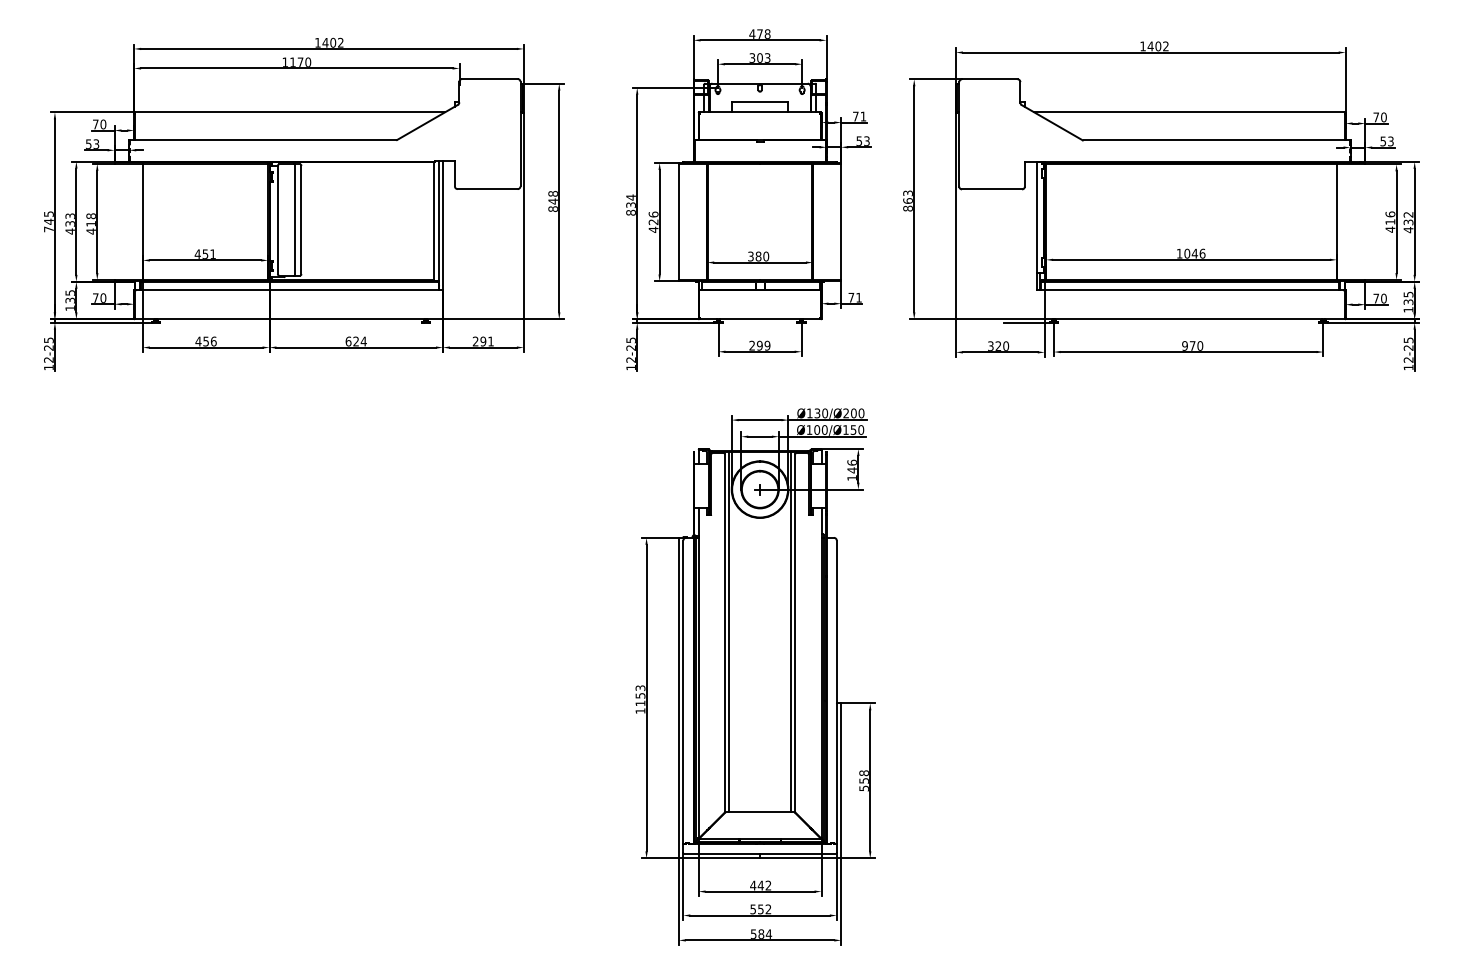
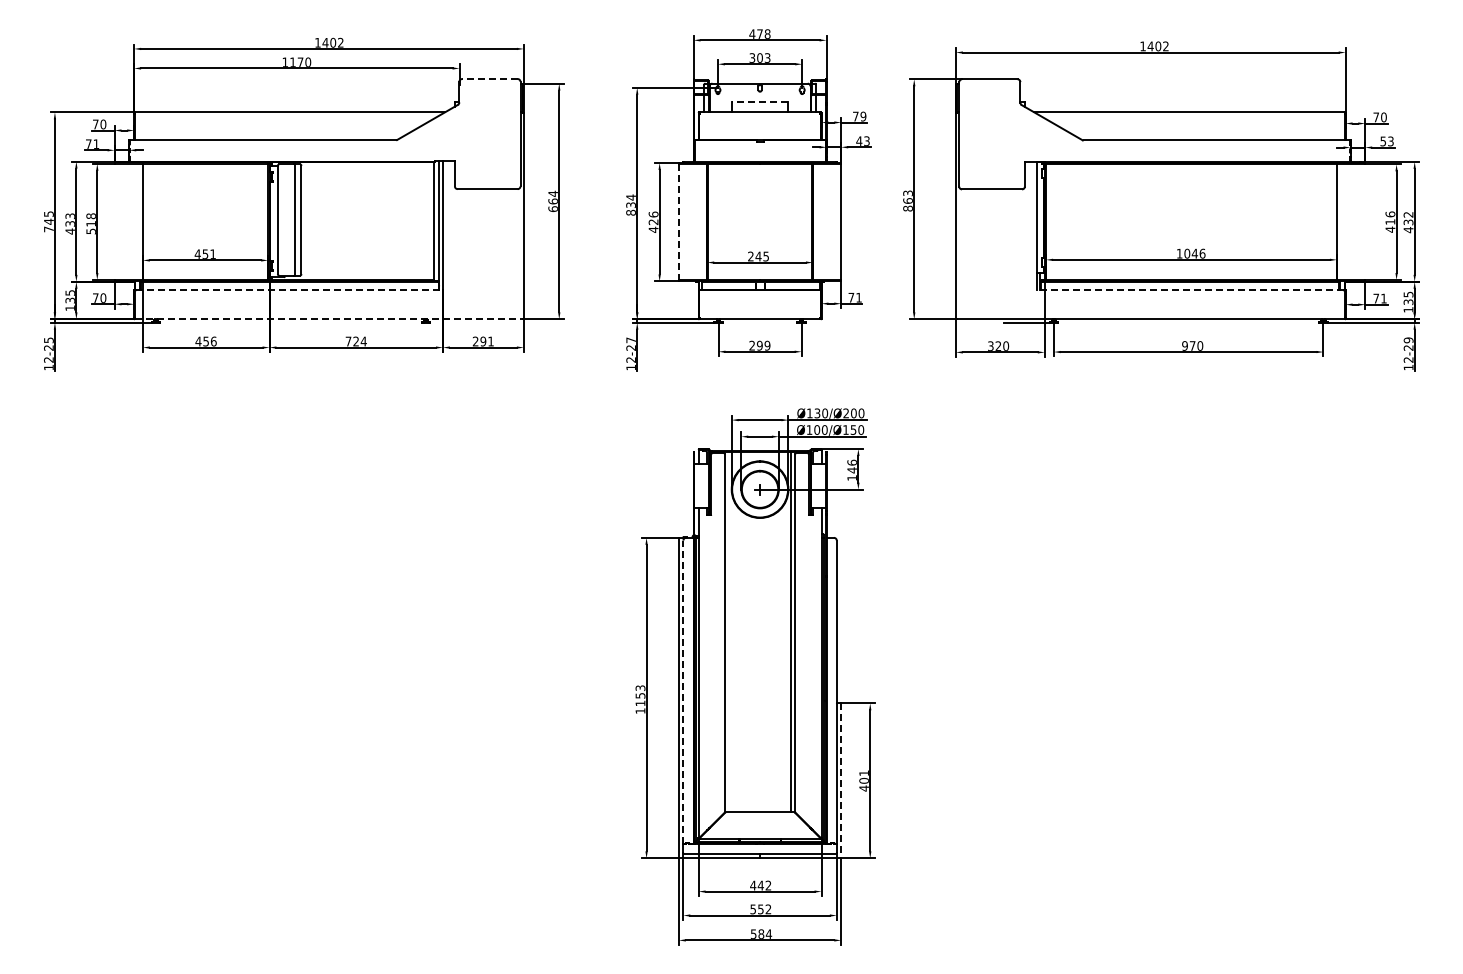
line at (489, 79): solid -> dashed
line at (759, 102): solid -> dashed
text at (863, 116): 71 -> 79
text at (859, 140): 53 -> 43
text at (92, 143): 53 -> 71
text at (552, 201): 848 -> 664
line at (678, 222): solid -> dashed
text at (90, 231): 418 -> 518
text at (758, 256): 380 -> 245
line at (290, 290): solid -> dashed
line at (1189, 290): solid -> dashed
text at (1383, 298): 70 -> 71
line at (329, 319): solid -> dashed
text at (630, 340): 12-25 -> 12-27
text at (1408, 340): 12-25 -> 12-29
text at (348, 341): 624 -> 724
line at (729, 632): present -> none
line at (683, 692): solid -> dashed
text at (863, 780): 558 -> 401
line at (841, 781): solid -> dashed
